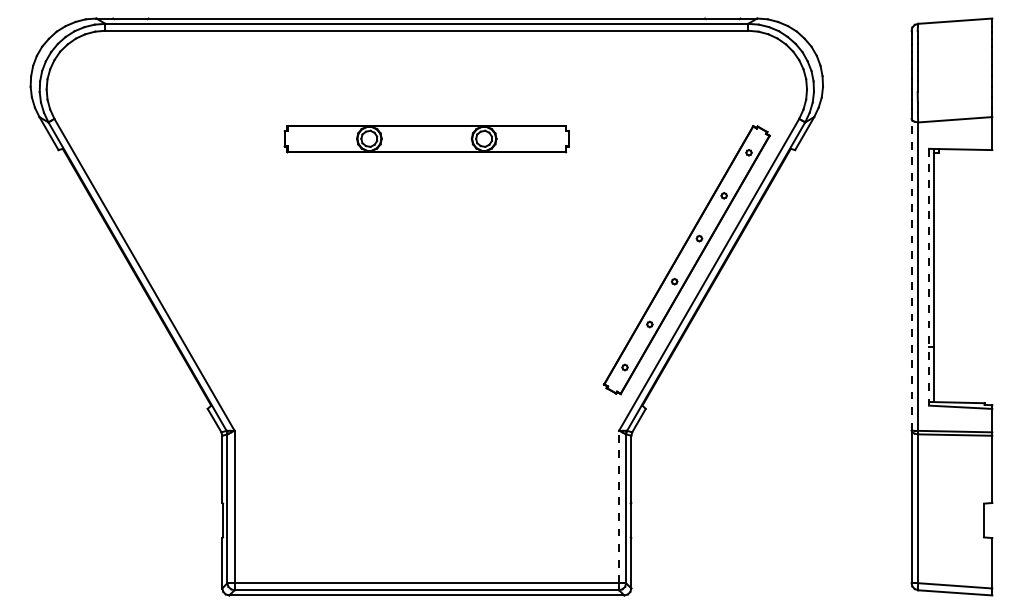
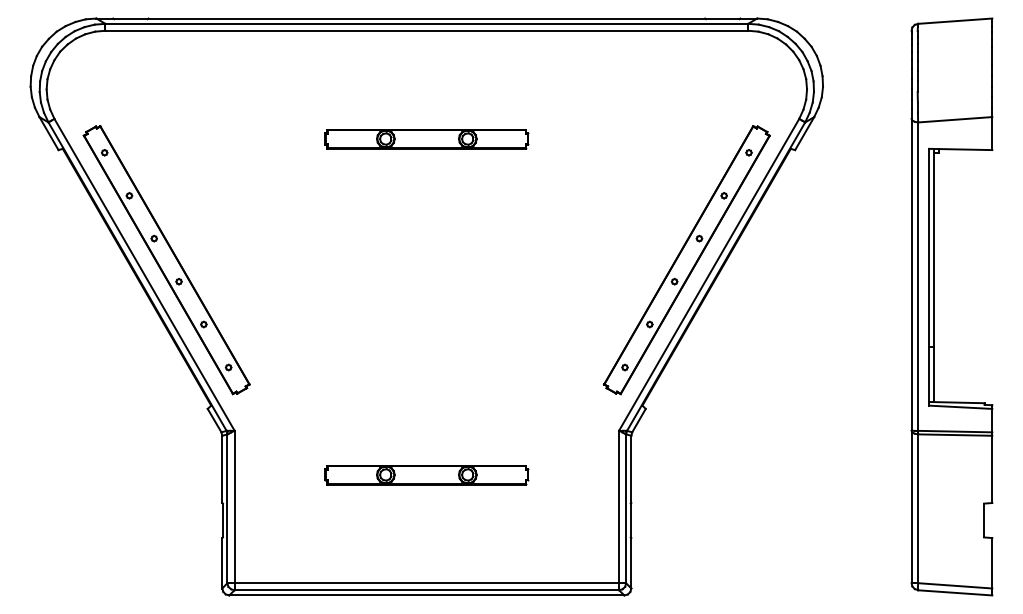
part at (426, 139) size: 287x29 px -> 206x21 px
part at (166, 260): none -> present
line at (911, 274): dashed -> solid
line at (929, 277): dashed -> solid
part at (426, 475): none -> present
line at (619, 506): dashed -> solid
